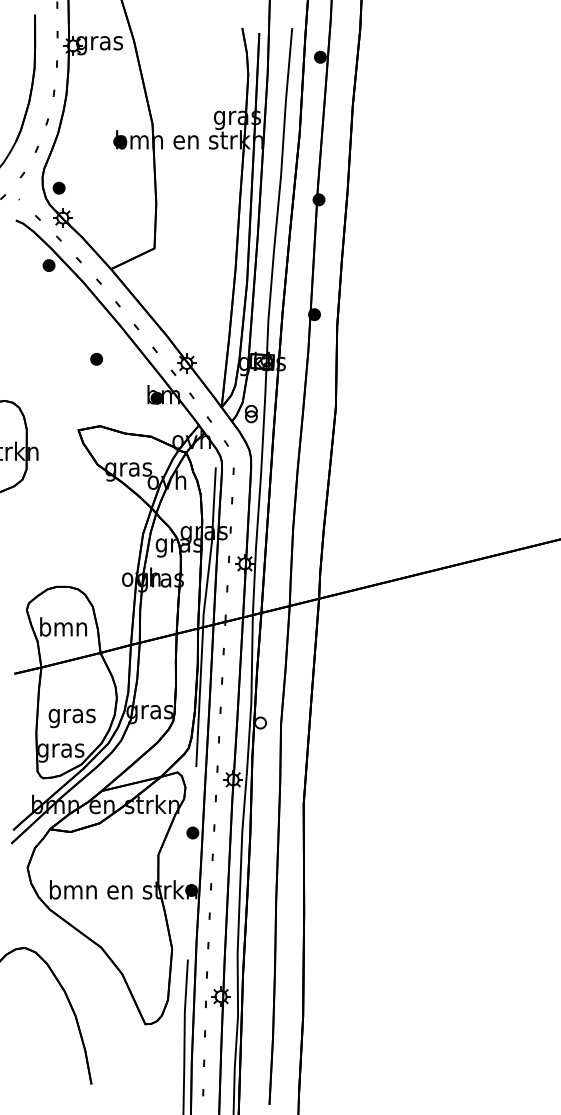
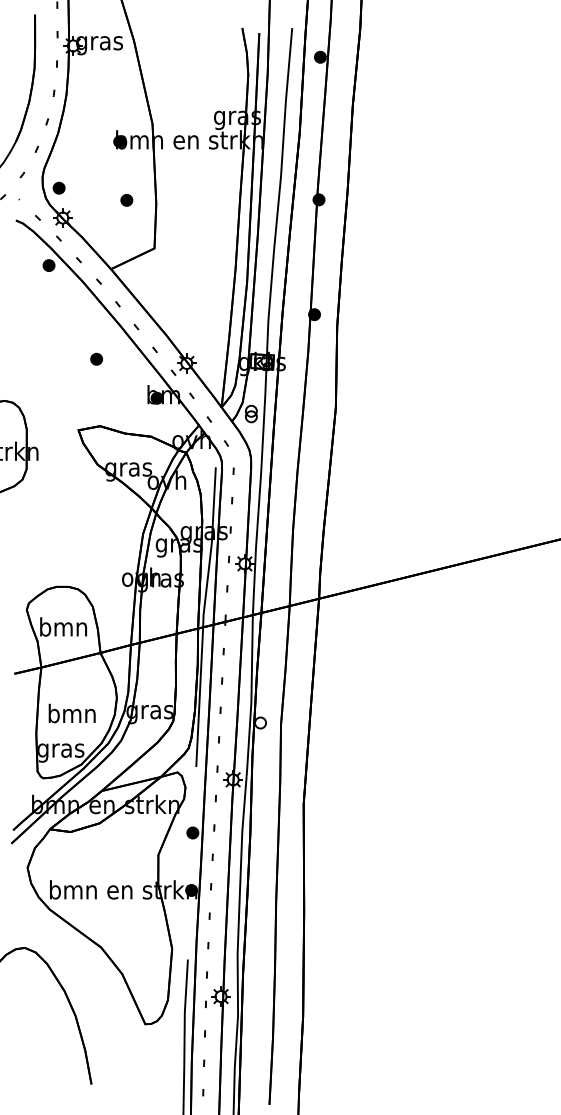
part at (126, 200): none -> present
text at (71, 715): gras -> bmn
